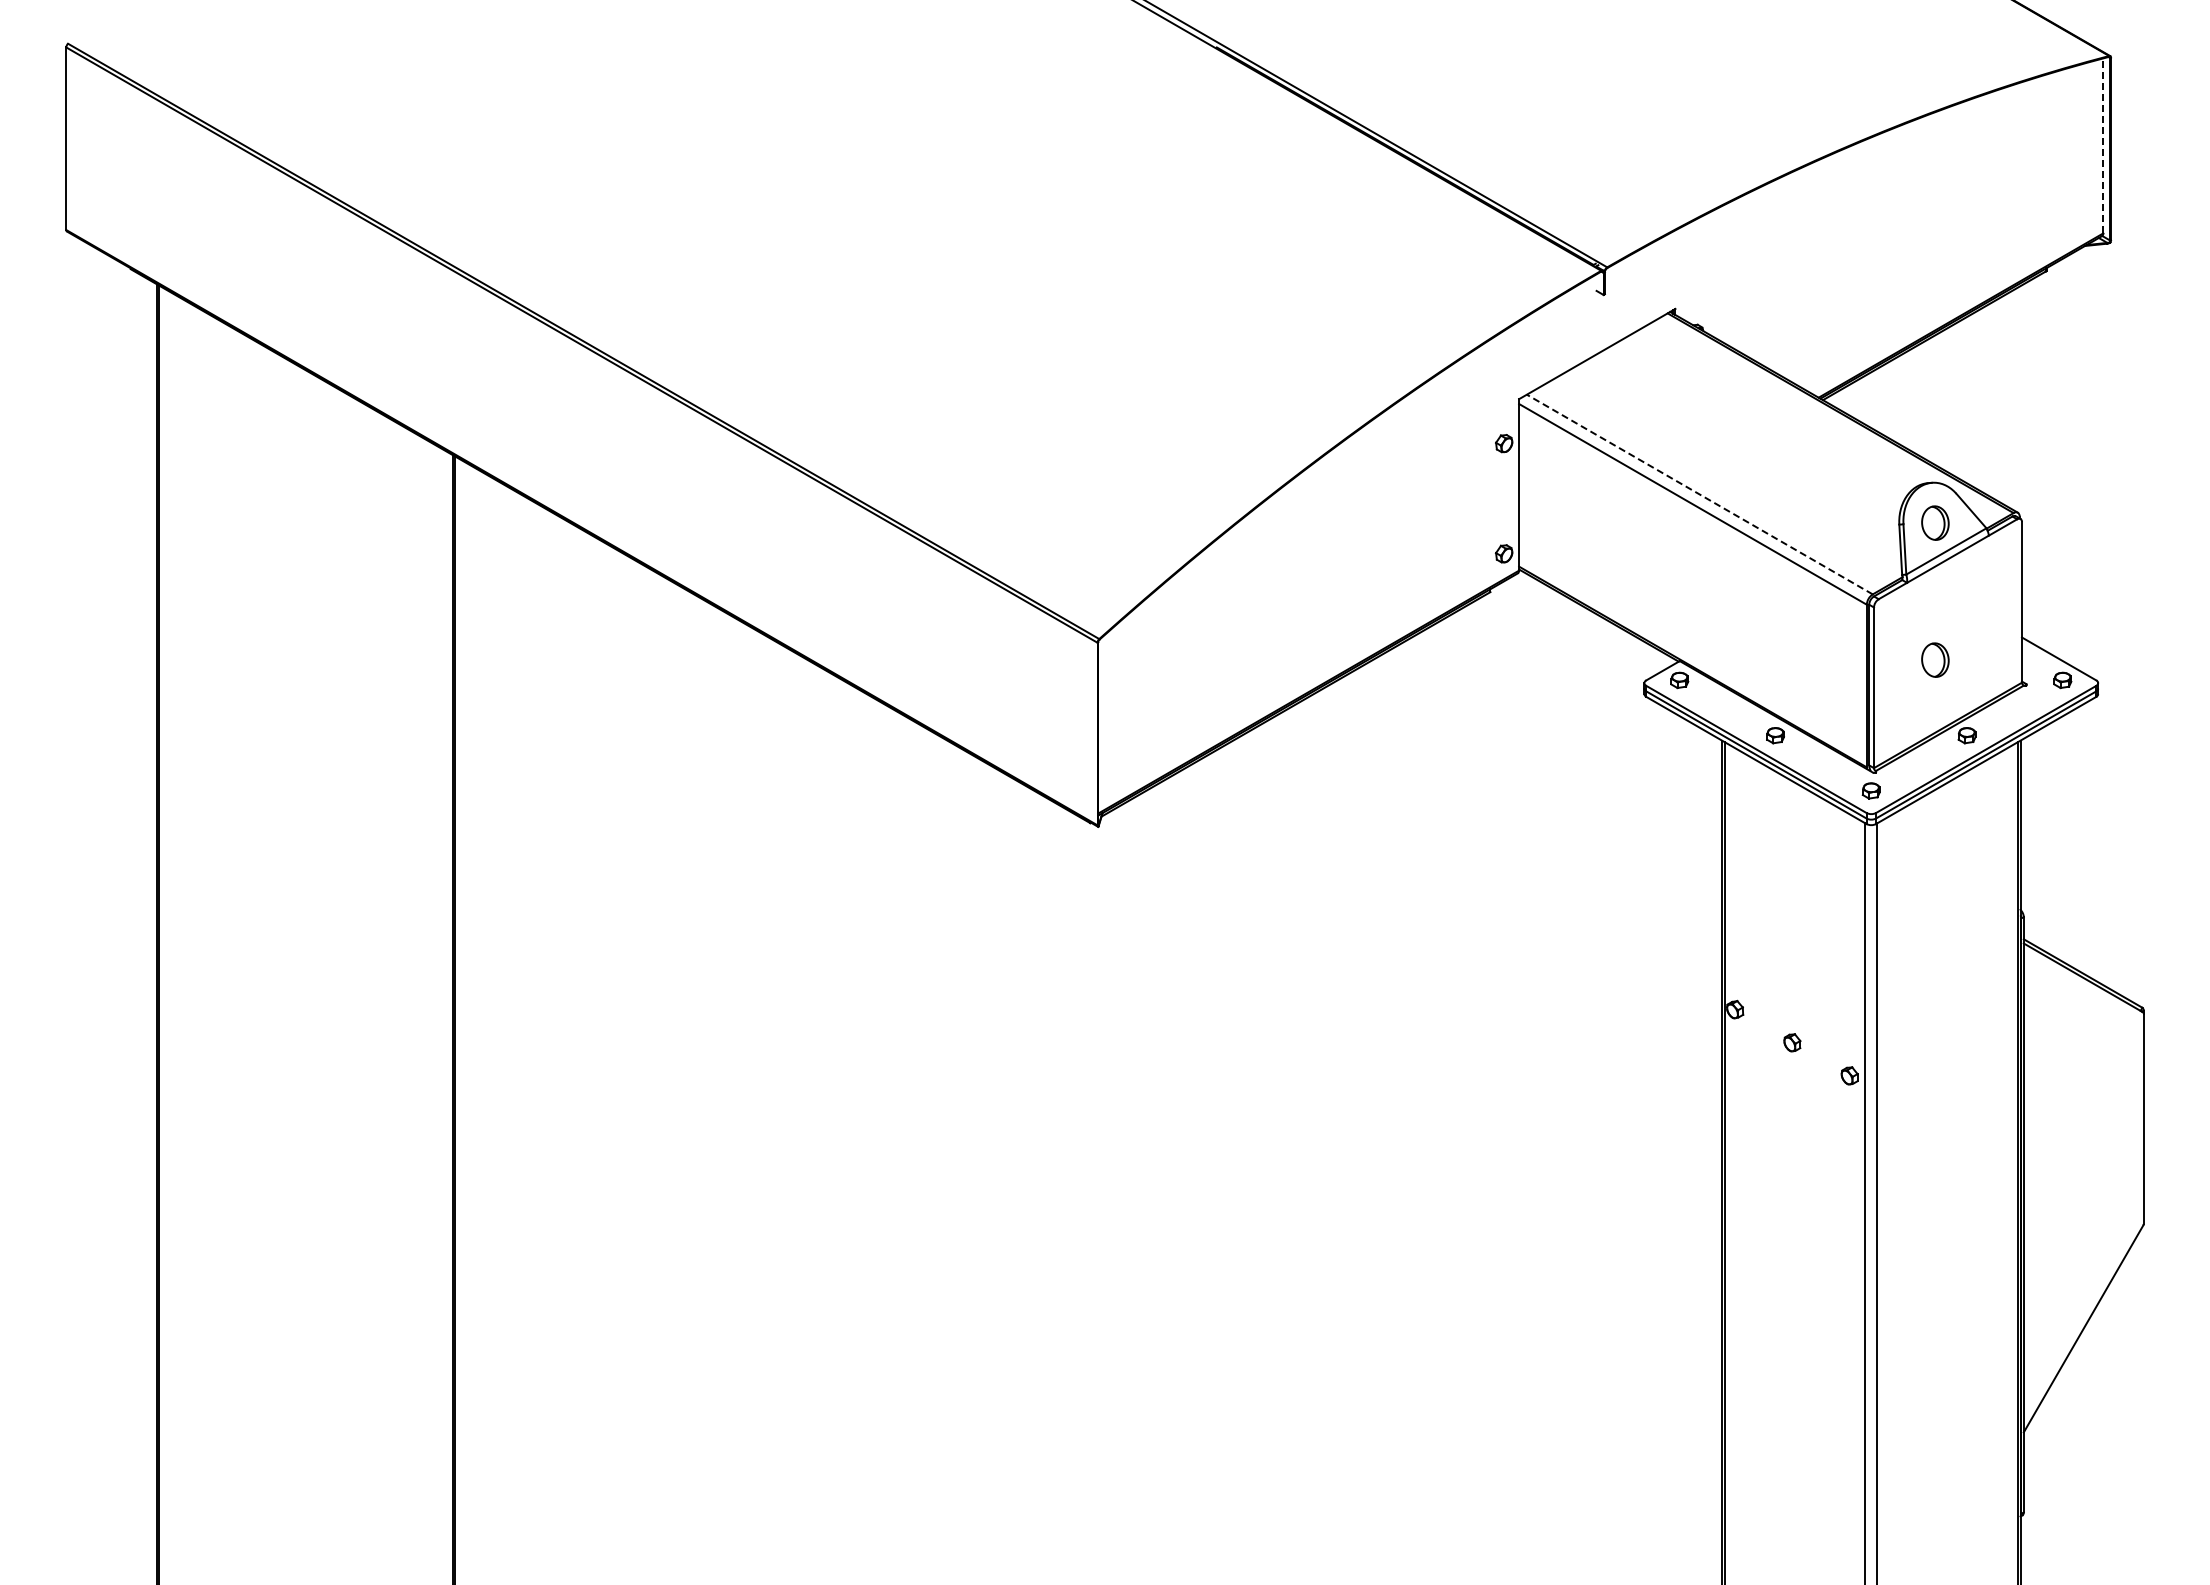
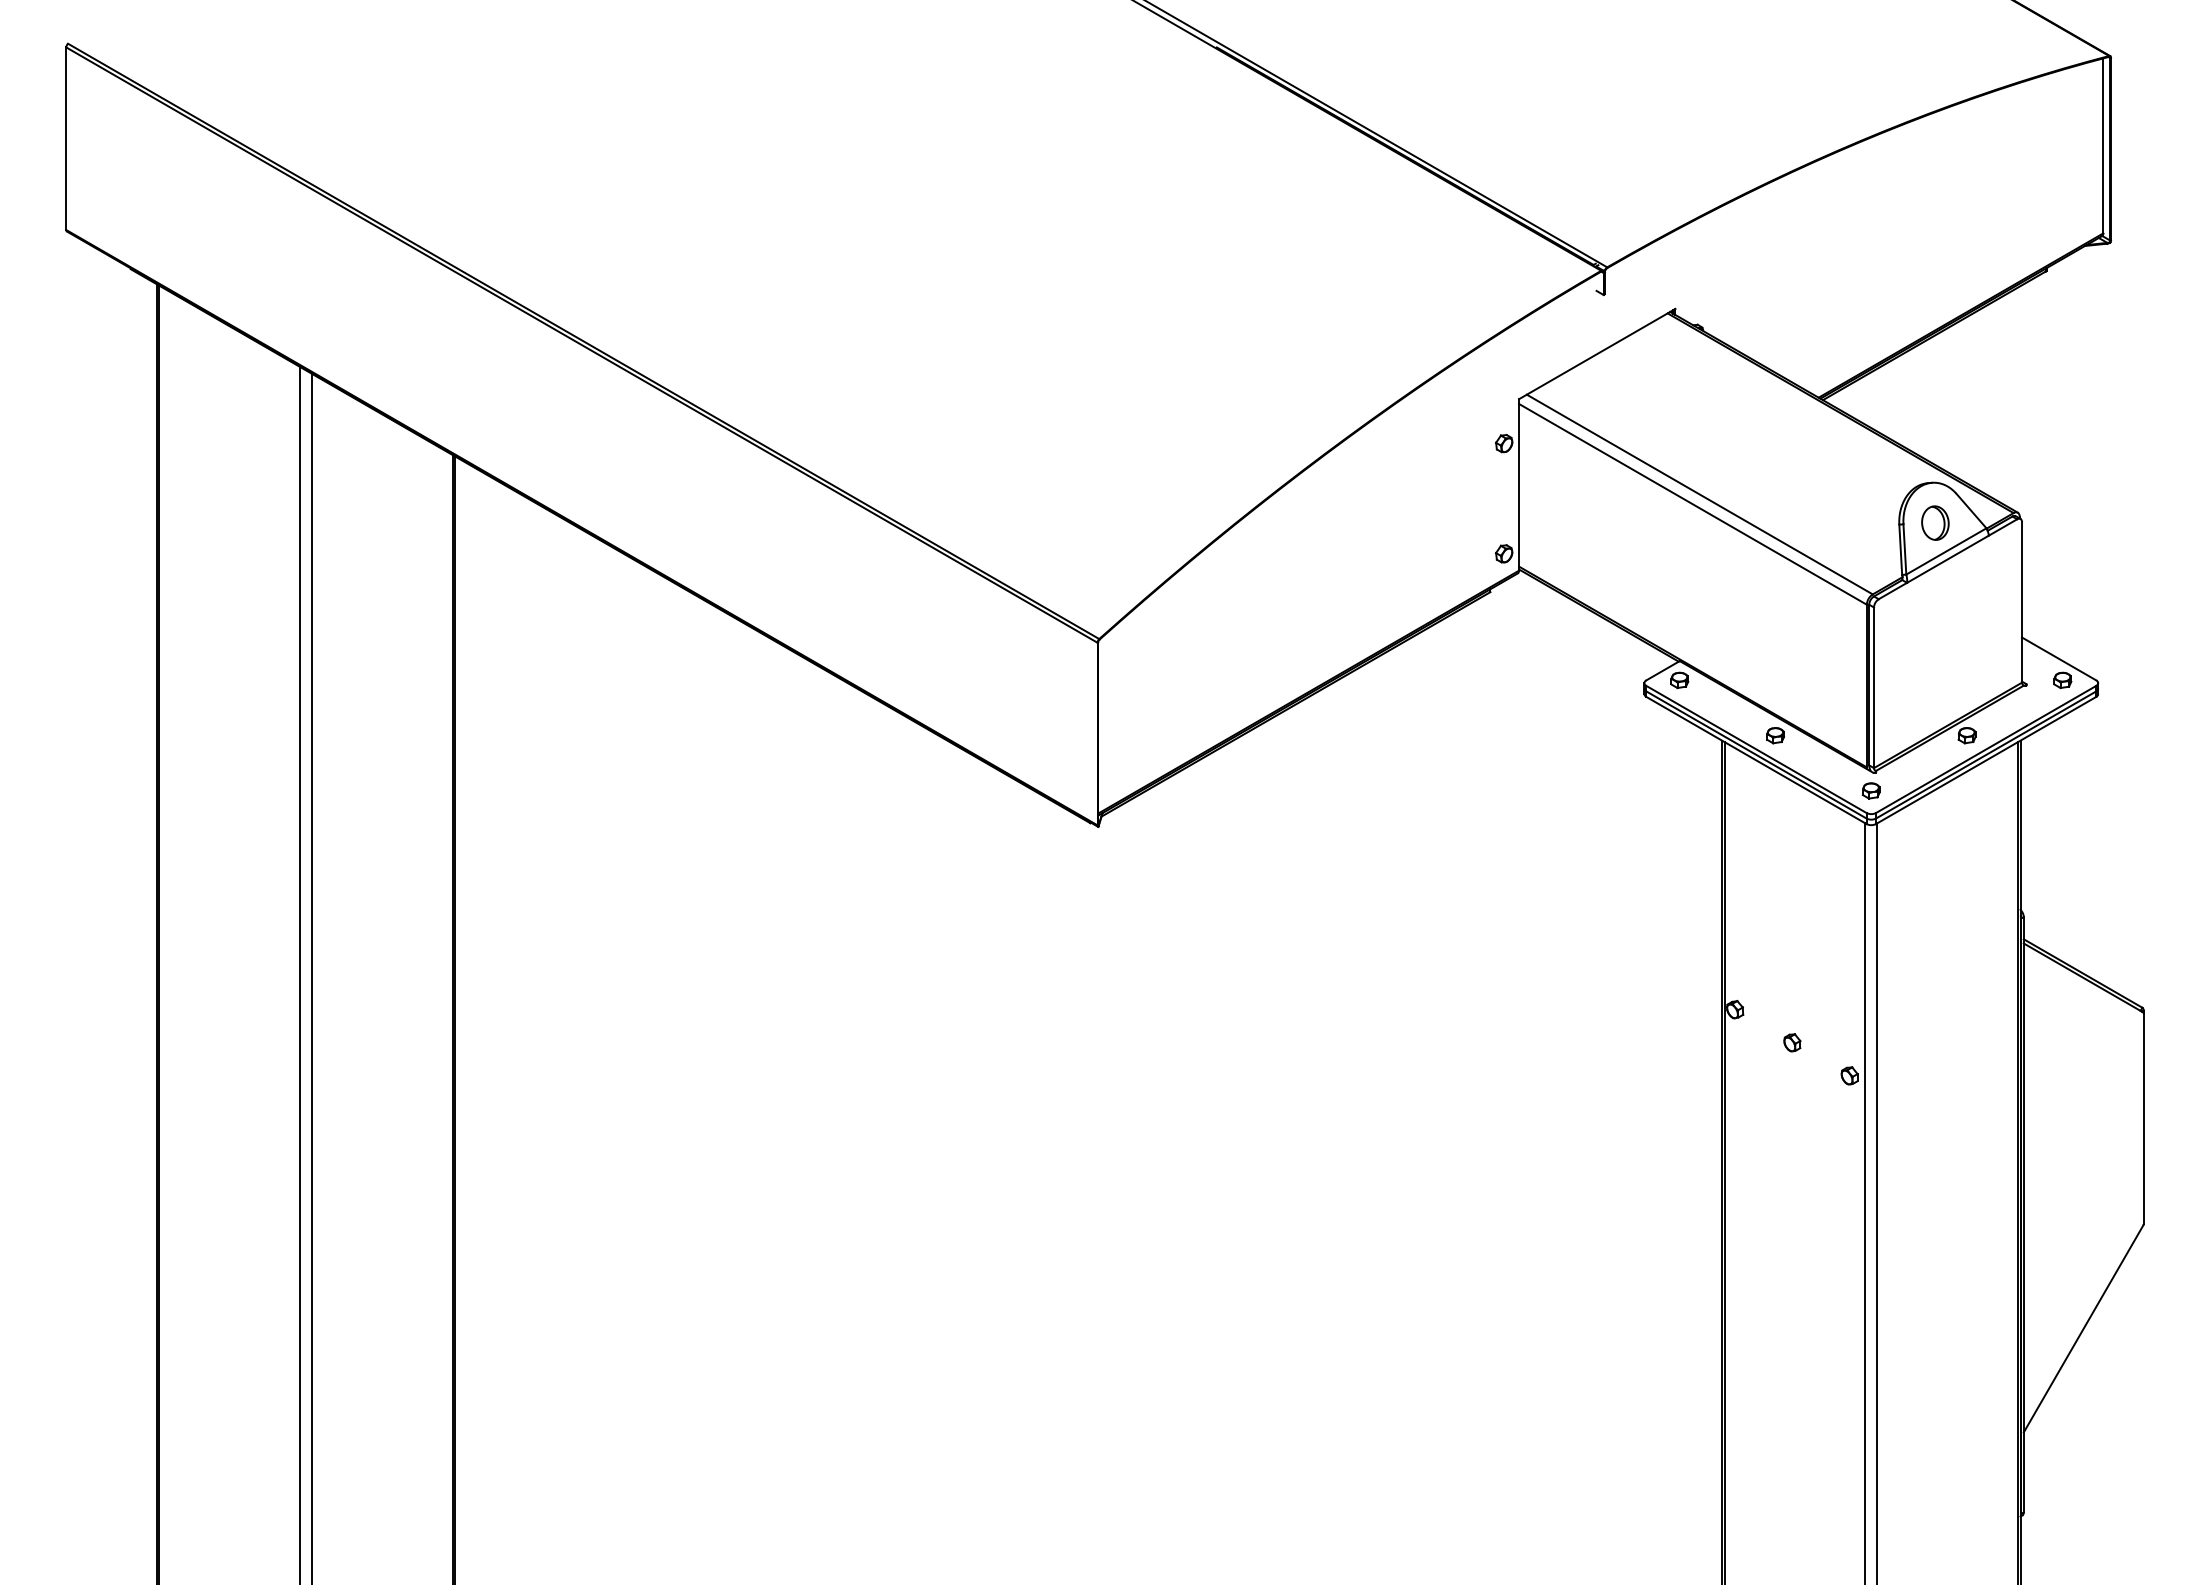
line at (2103, 145): dashed -> solid
line at (1699, 494): dashed -> solid
part at (1935, 659): present -> none
line at (300, 973): none -> present
line at (311, 977): none -> present
